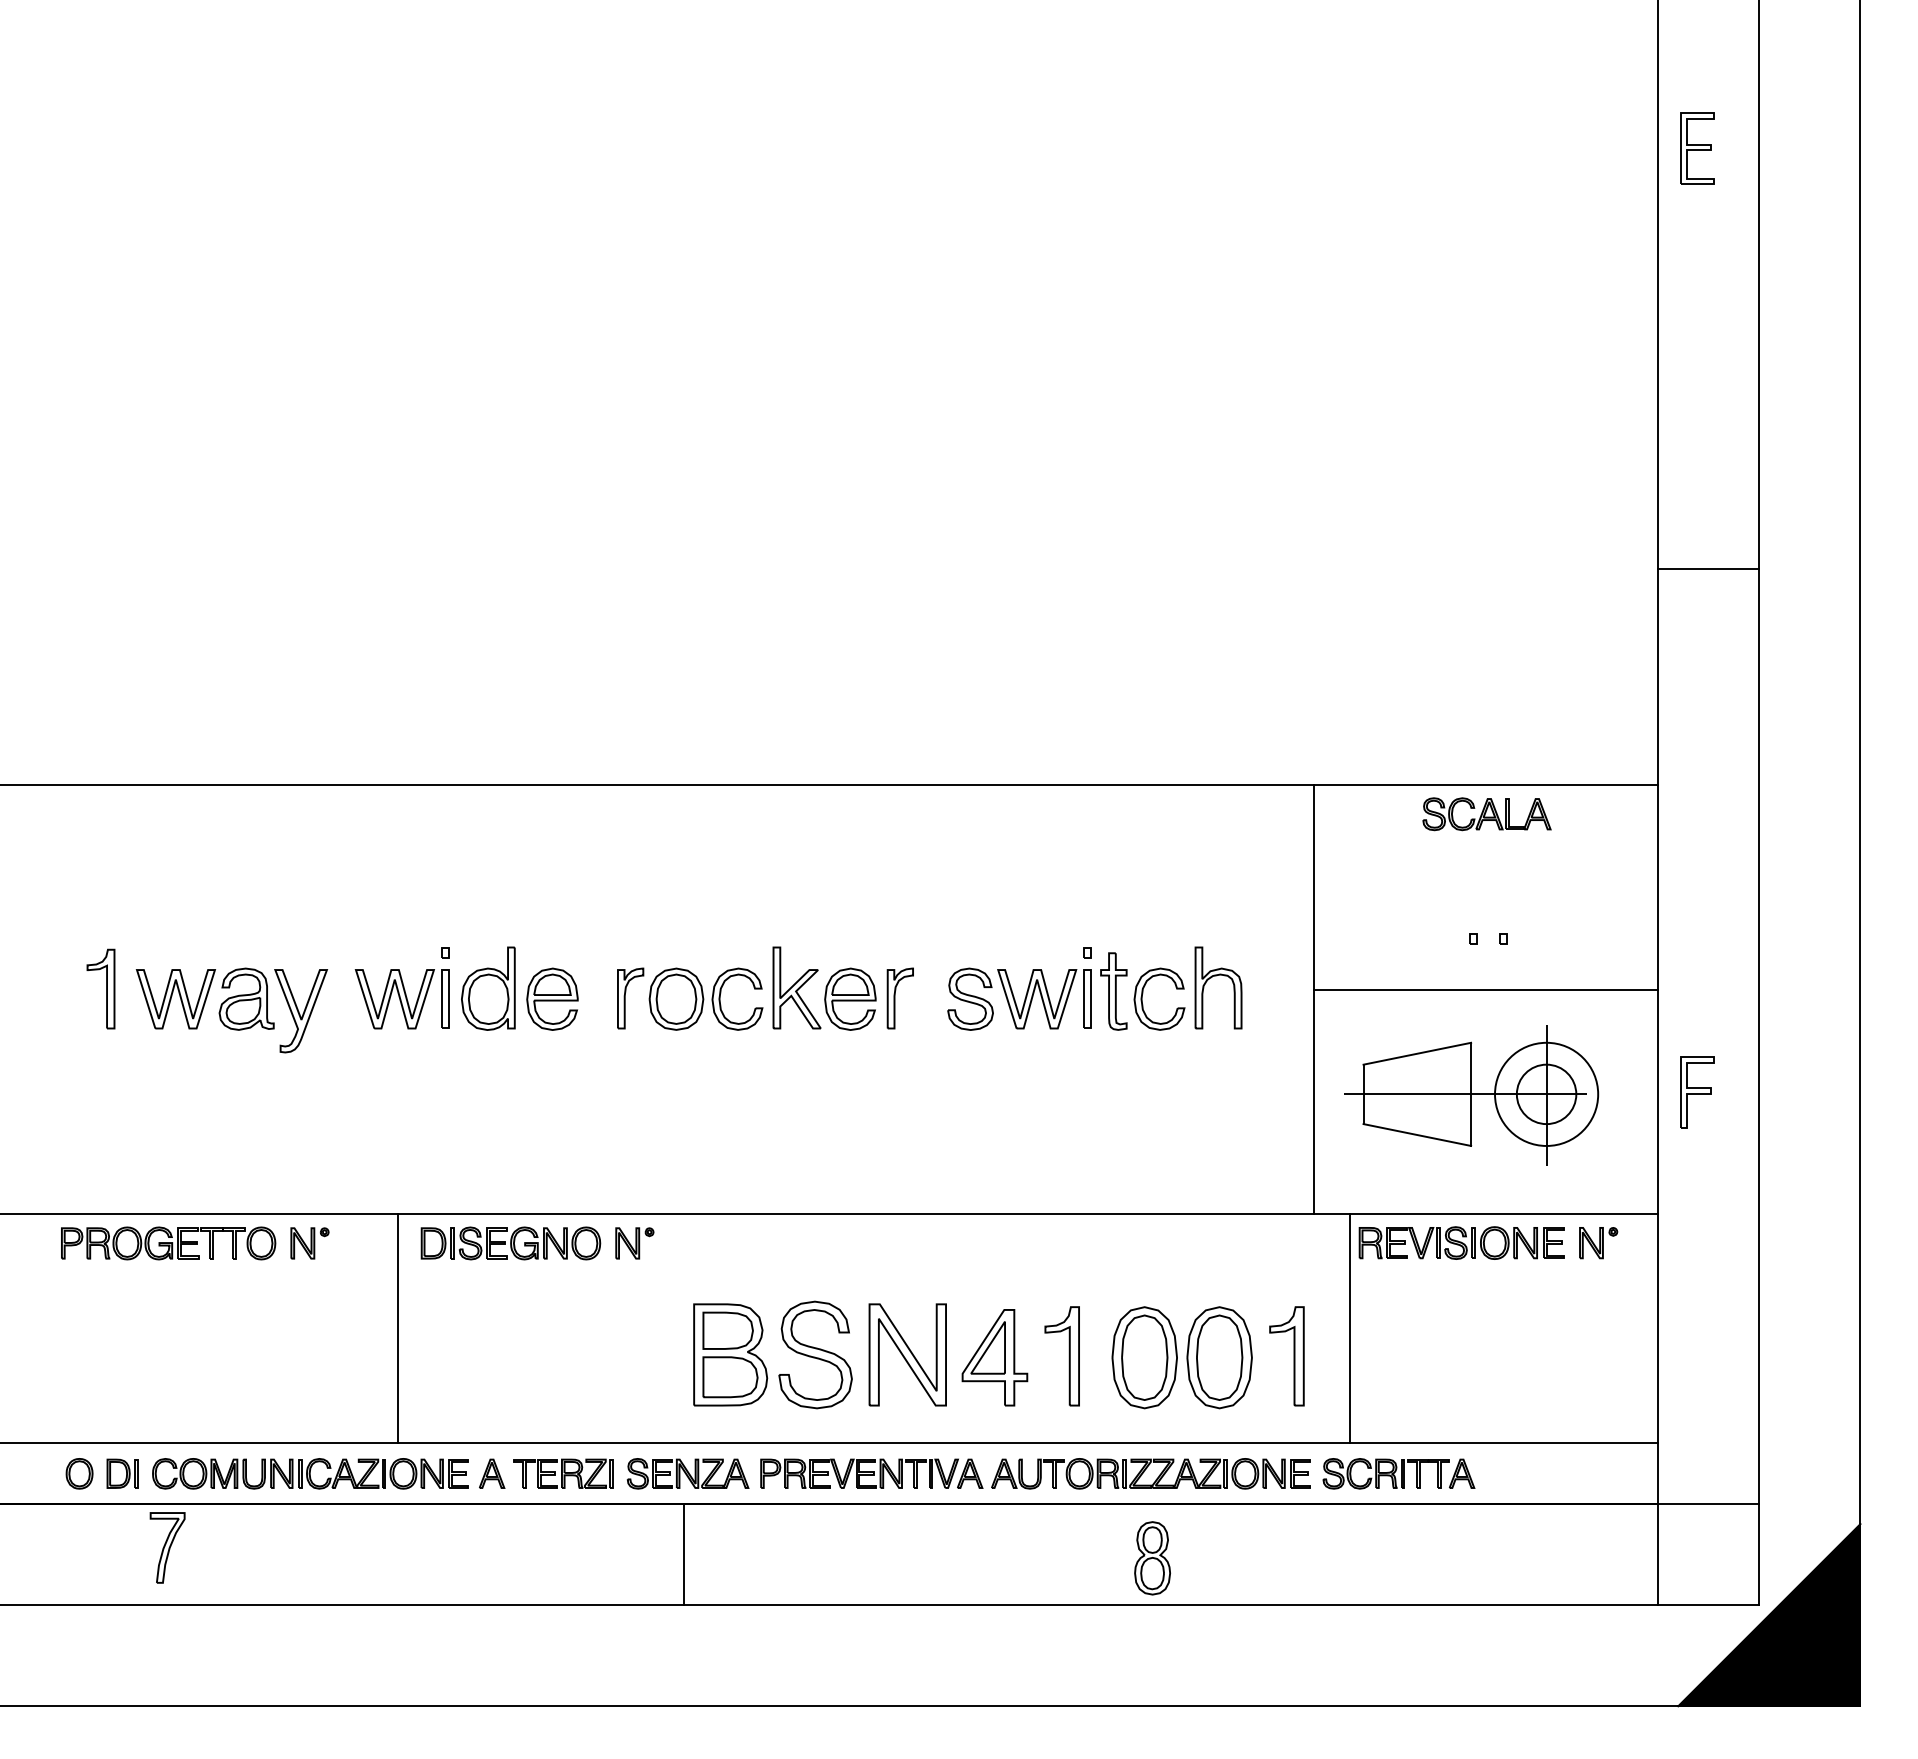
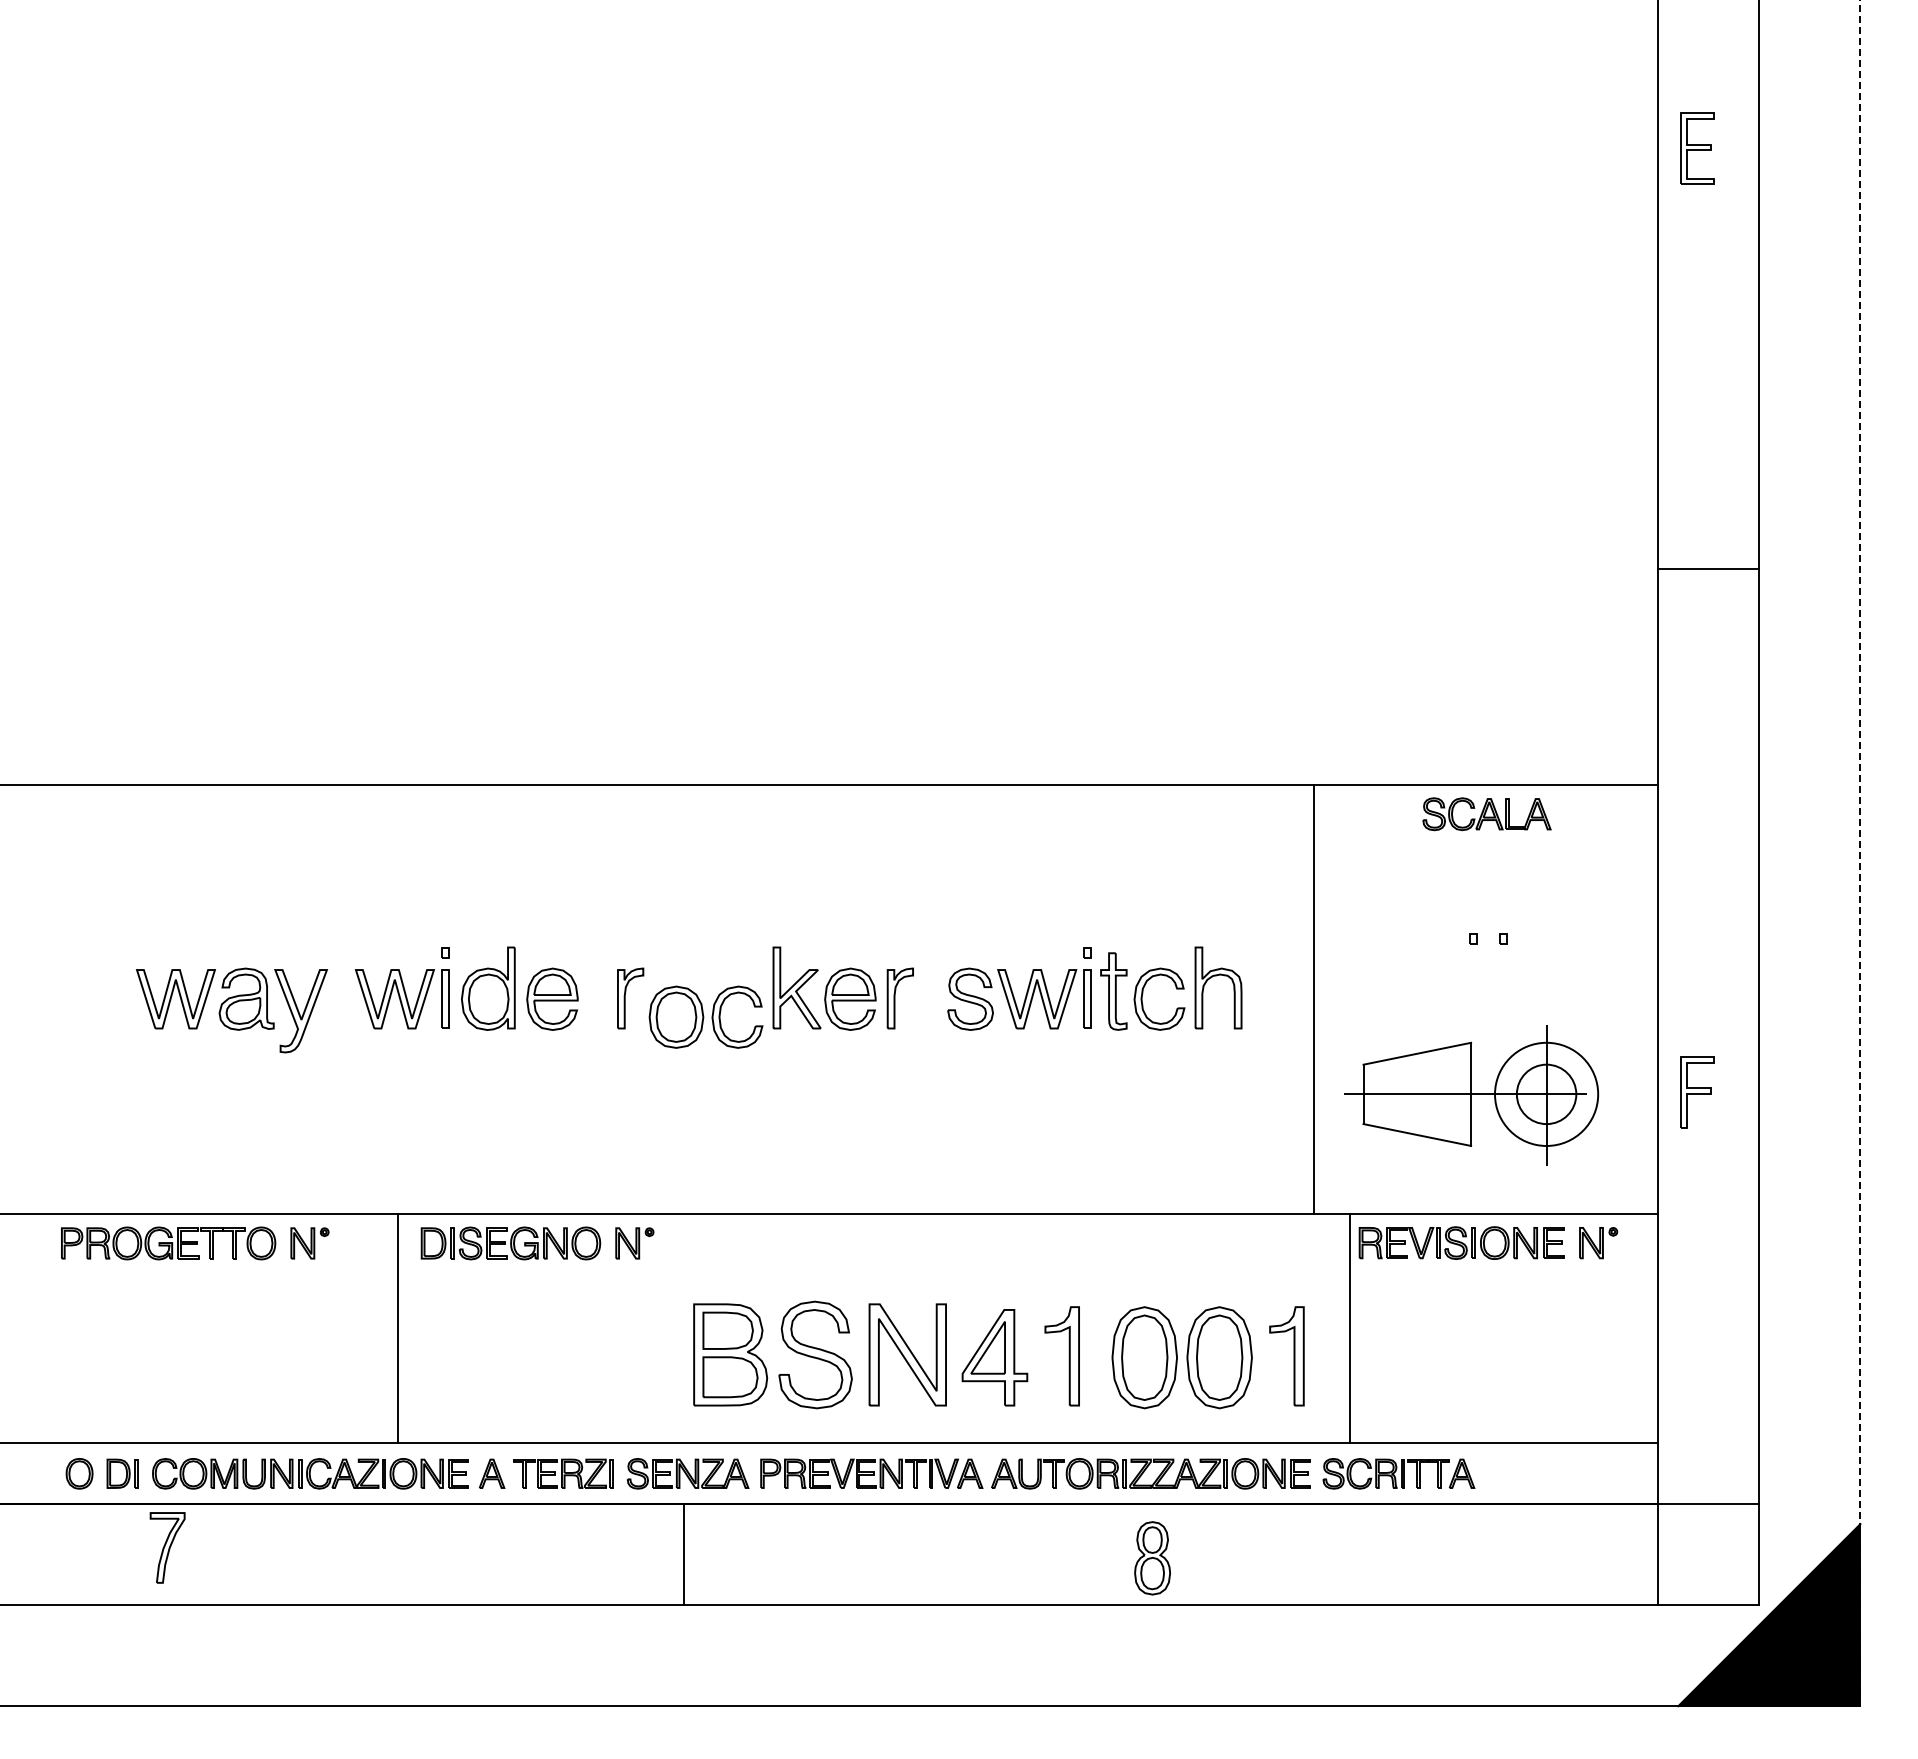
line at (1860, 853): solid -> dashed
part at (100, 988): present -> none
line at (1485, 989): present -> none
part at (705, 998) position: (705, 998) -> (705, 1016)
